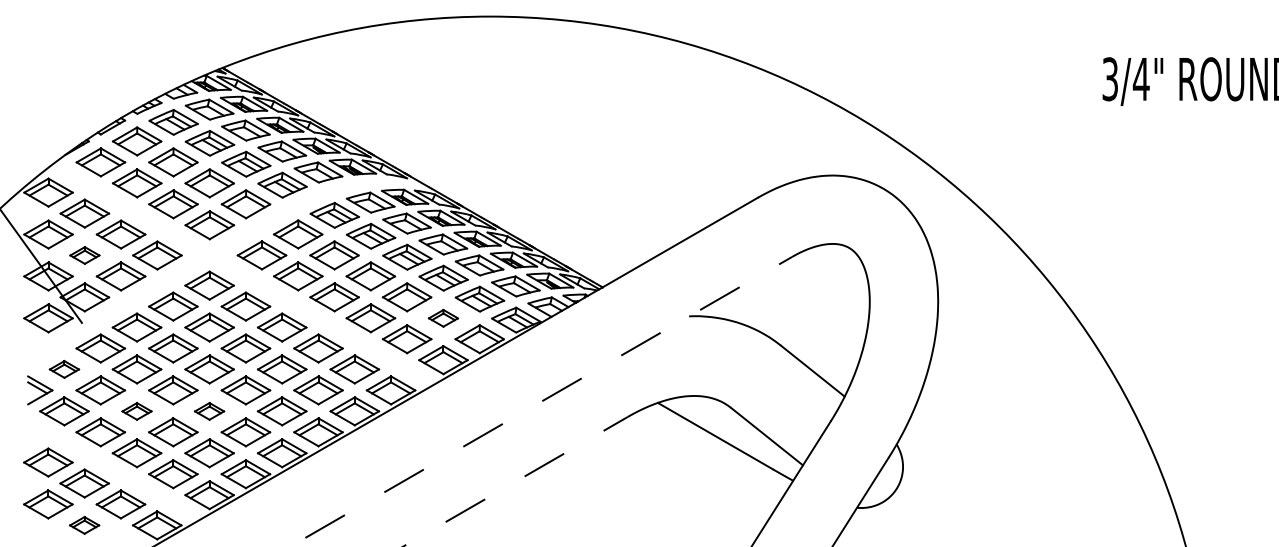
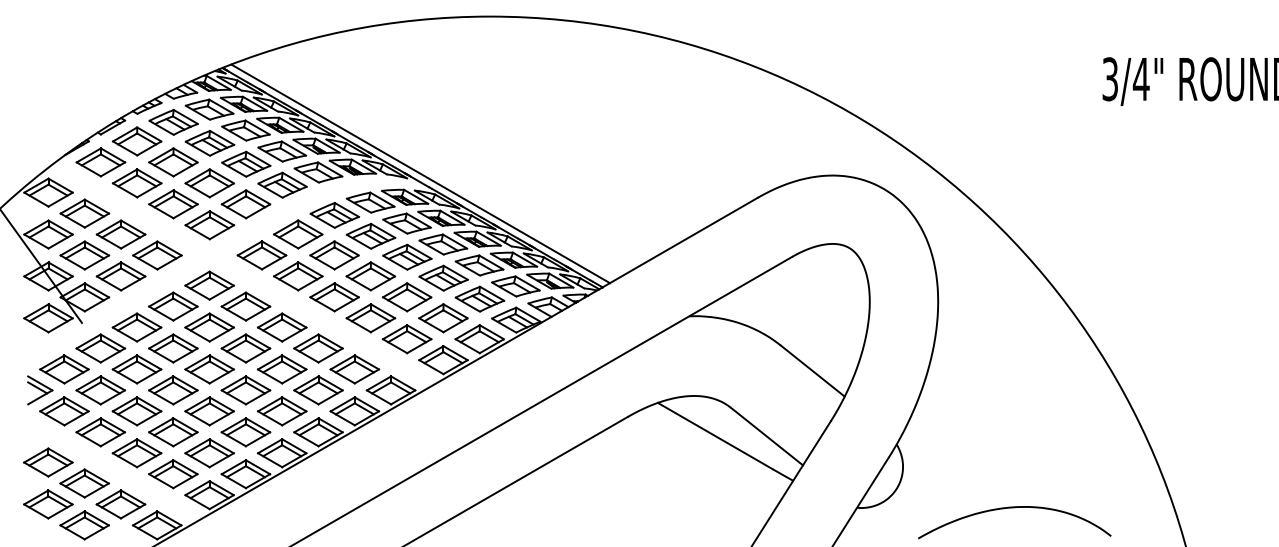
line at (420, 173): none -> present
part at (84, 255) size: 32x19 px -> 52x31 px
part at (442, 317) size: 32x20 px -> 51x31 px
part at (64, 369) size: 33x19 px -> 51x31 px
line at (541, 401): dashed -> solid
part at (209, 410) size: 32x20 px -> 51x31 px
part at (136, 411) size: 32x19 px -> 52x31 px
line at (515, 481): dashed -> solid
curve at (1014, 508): none -> present
part at (84, 524) size: 32x20 px -> 51x31 px
